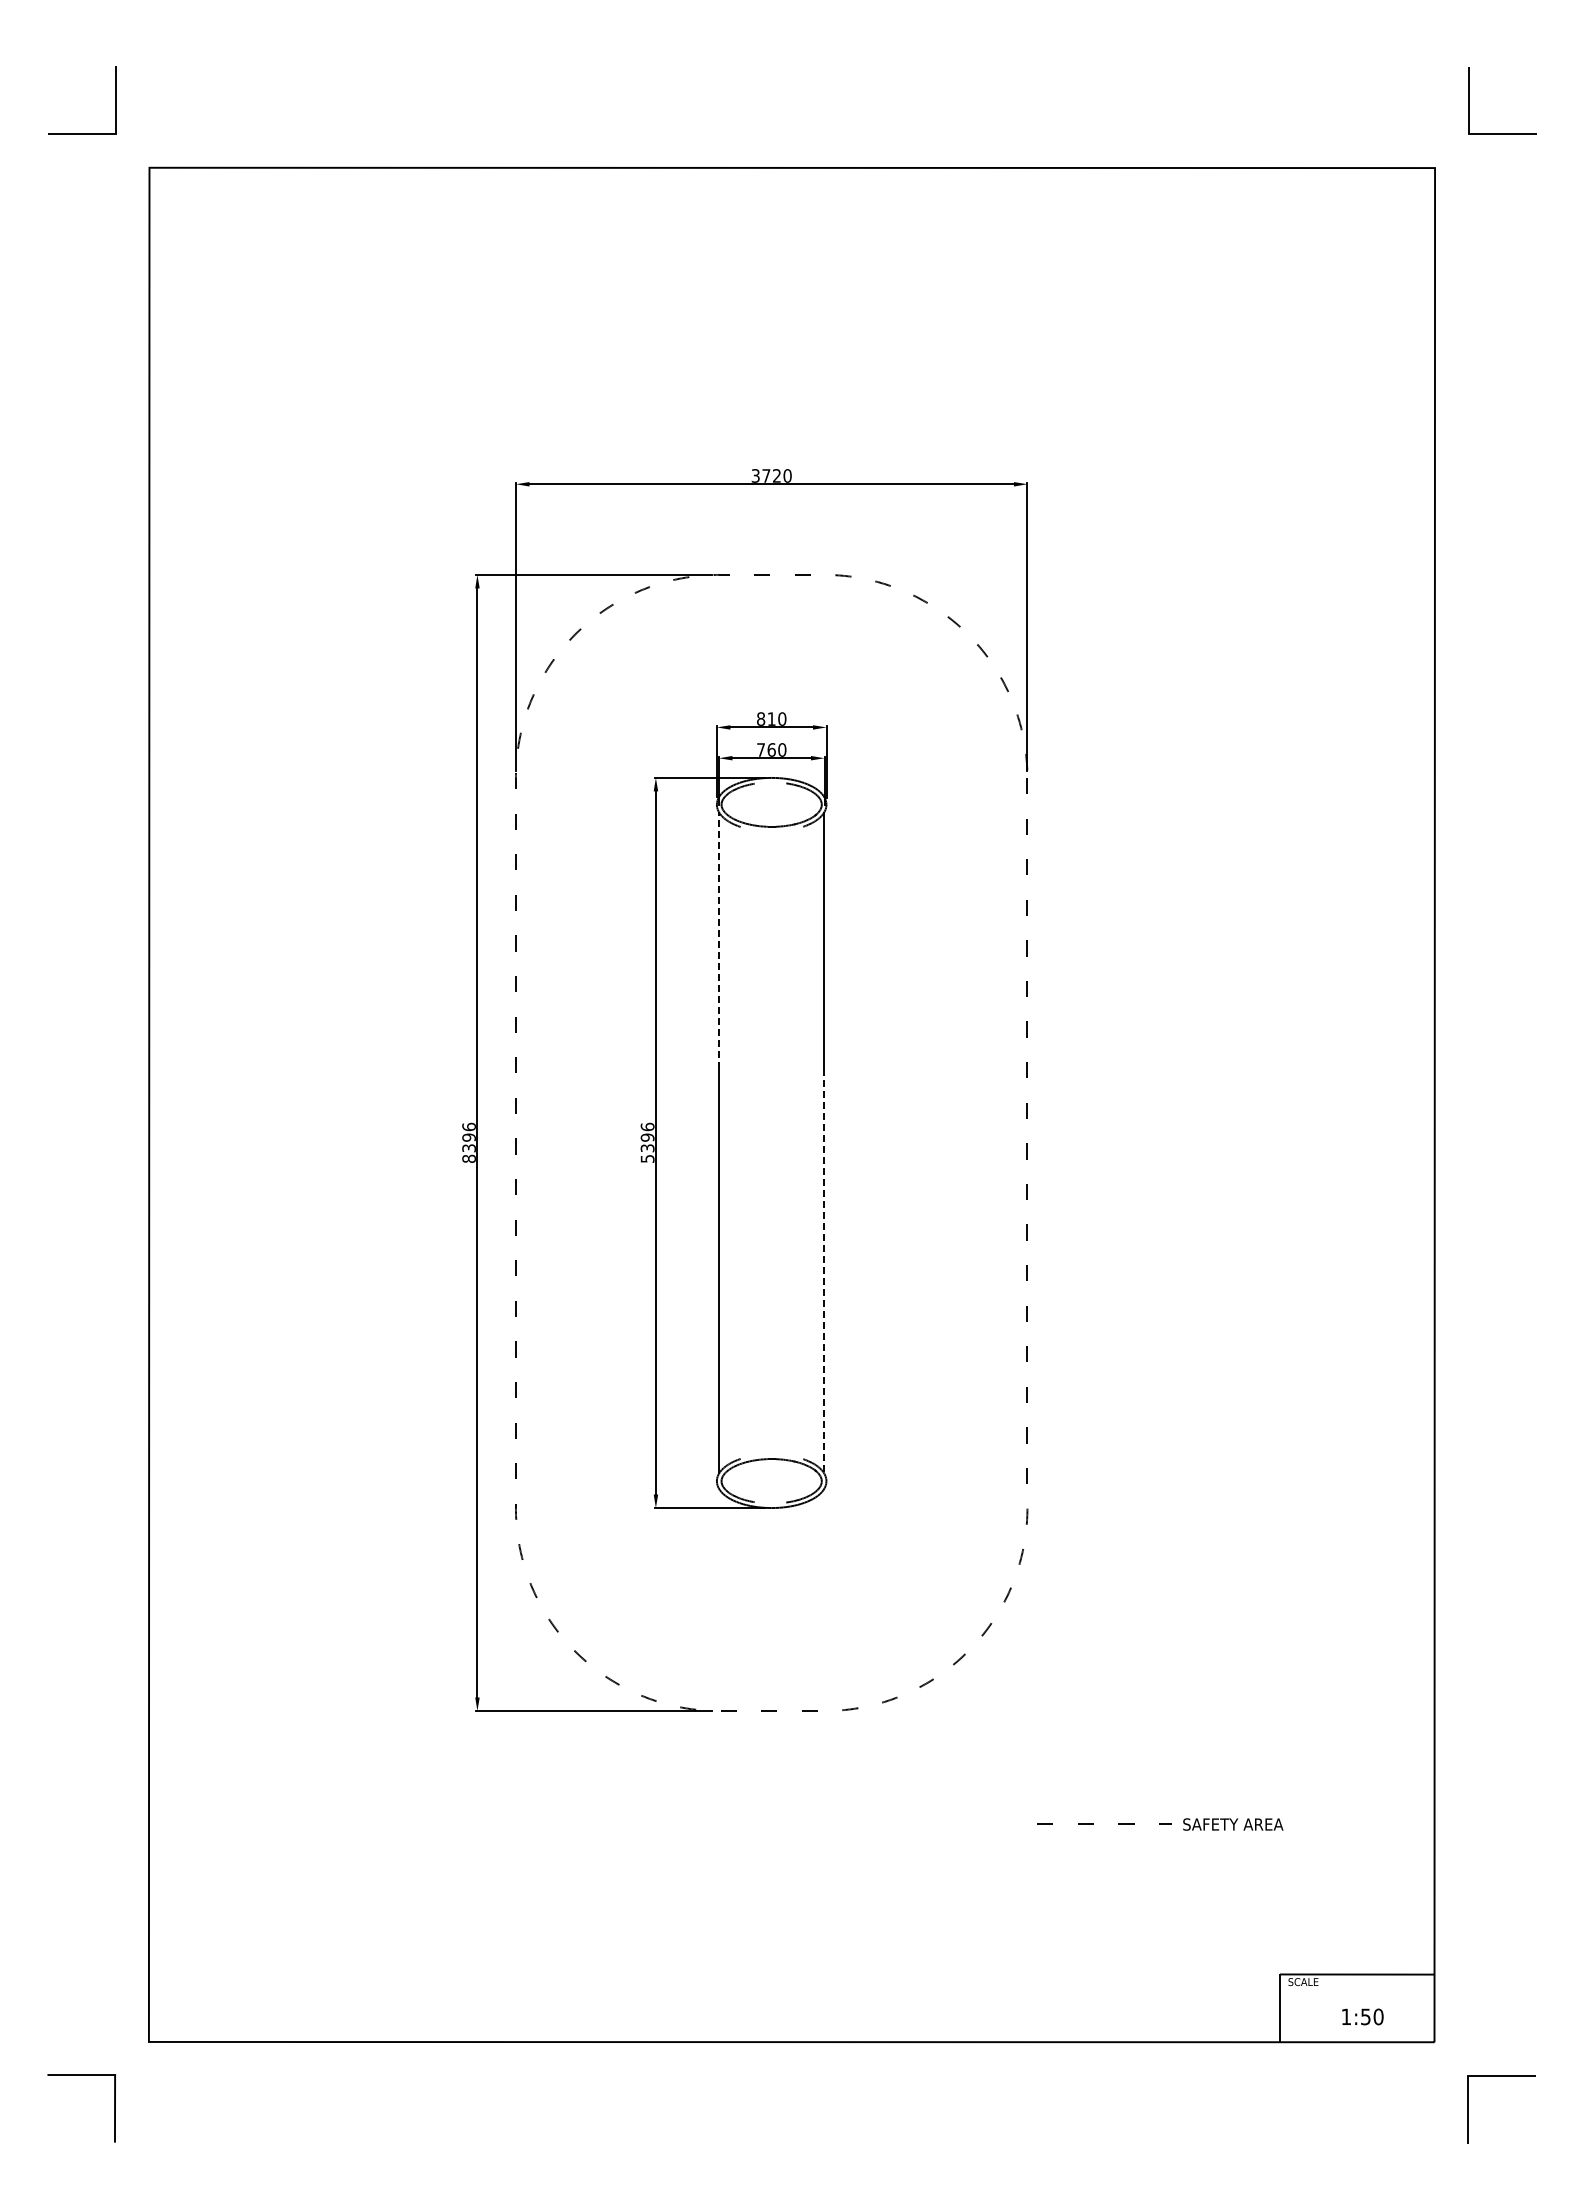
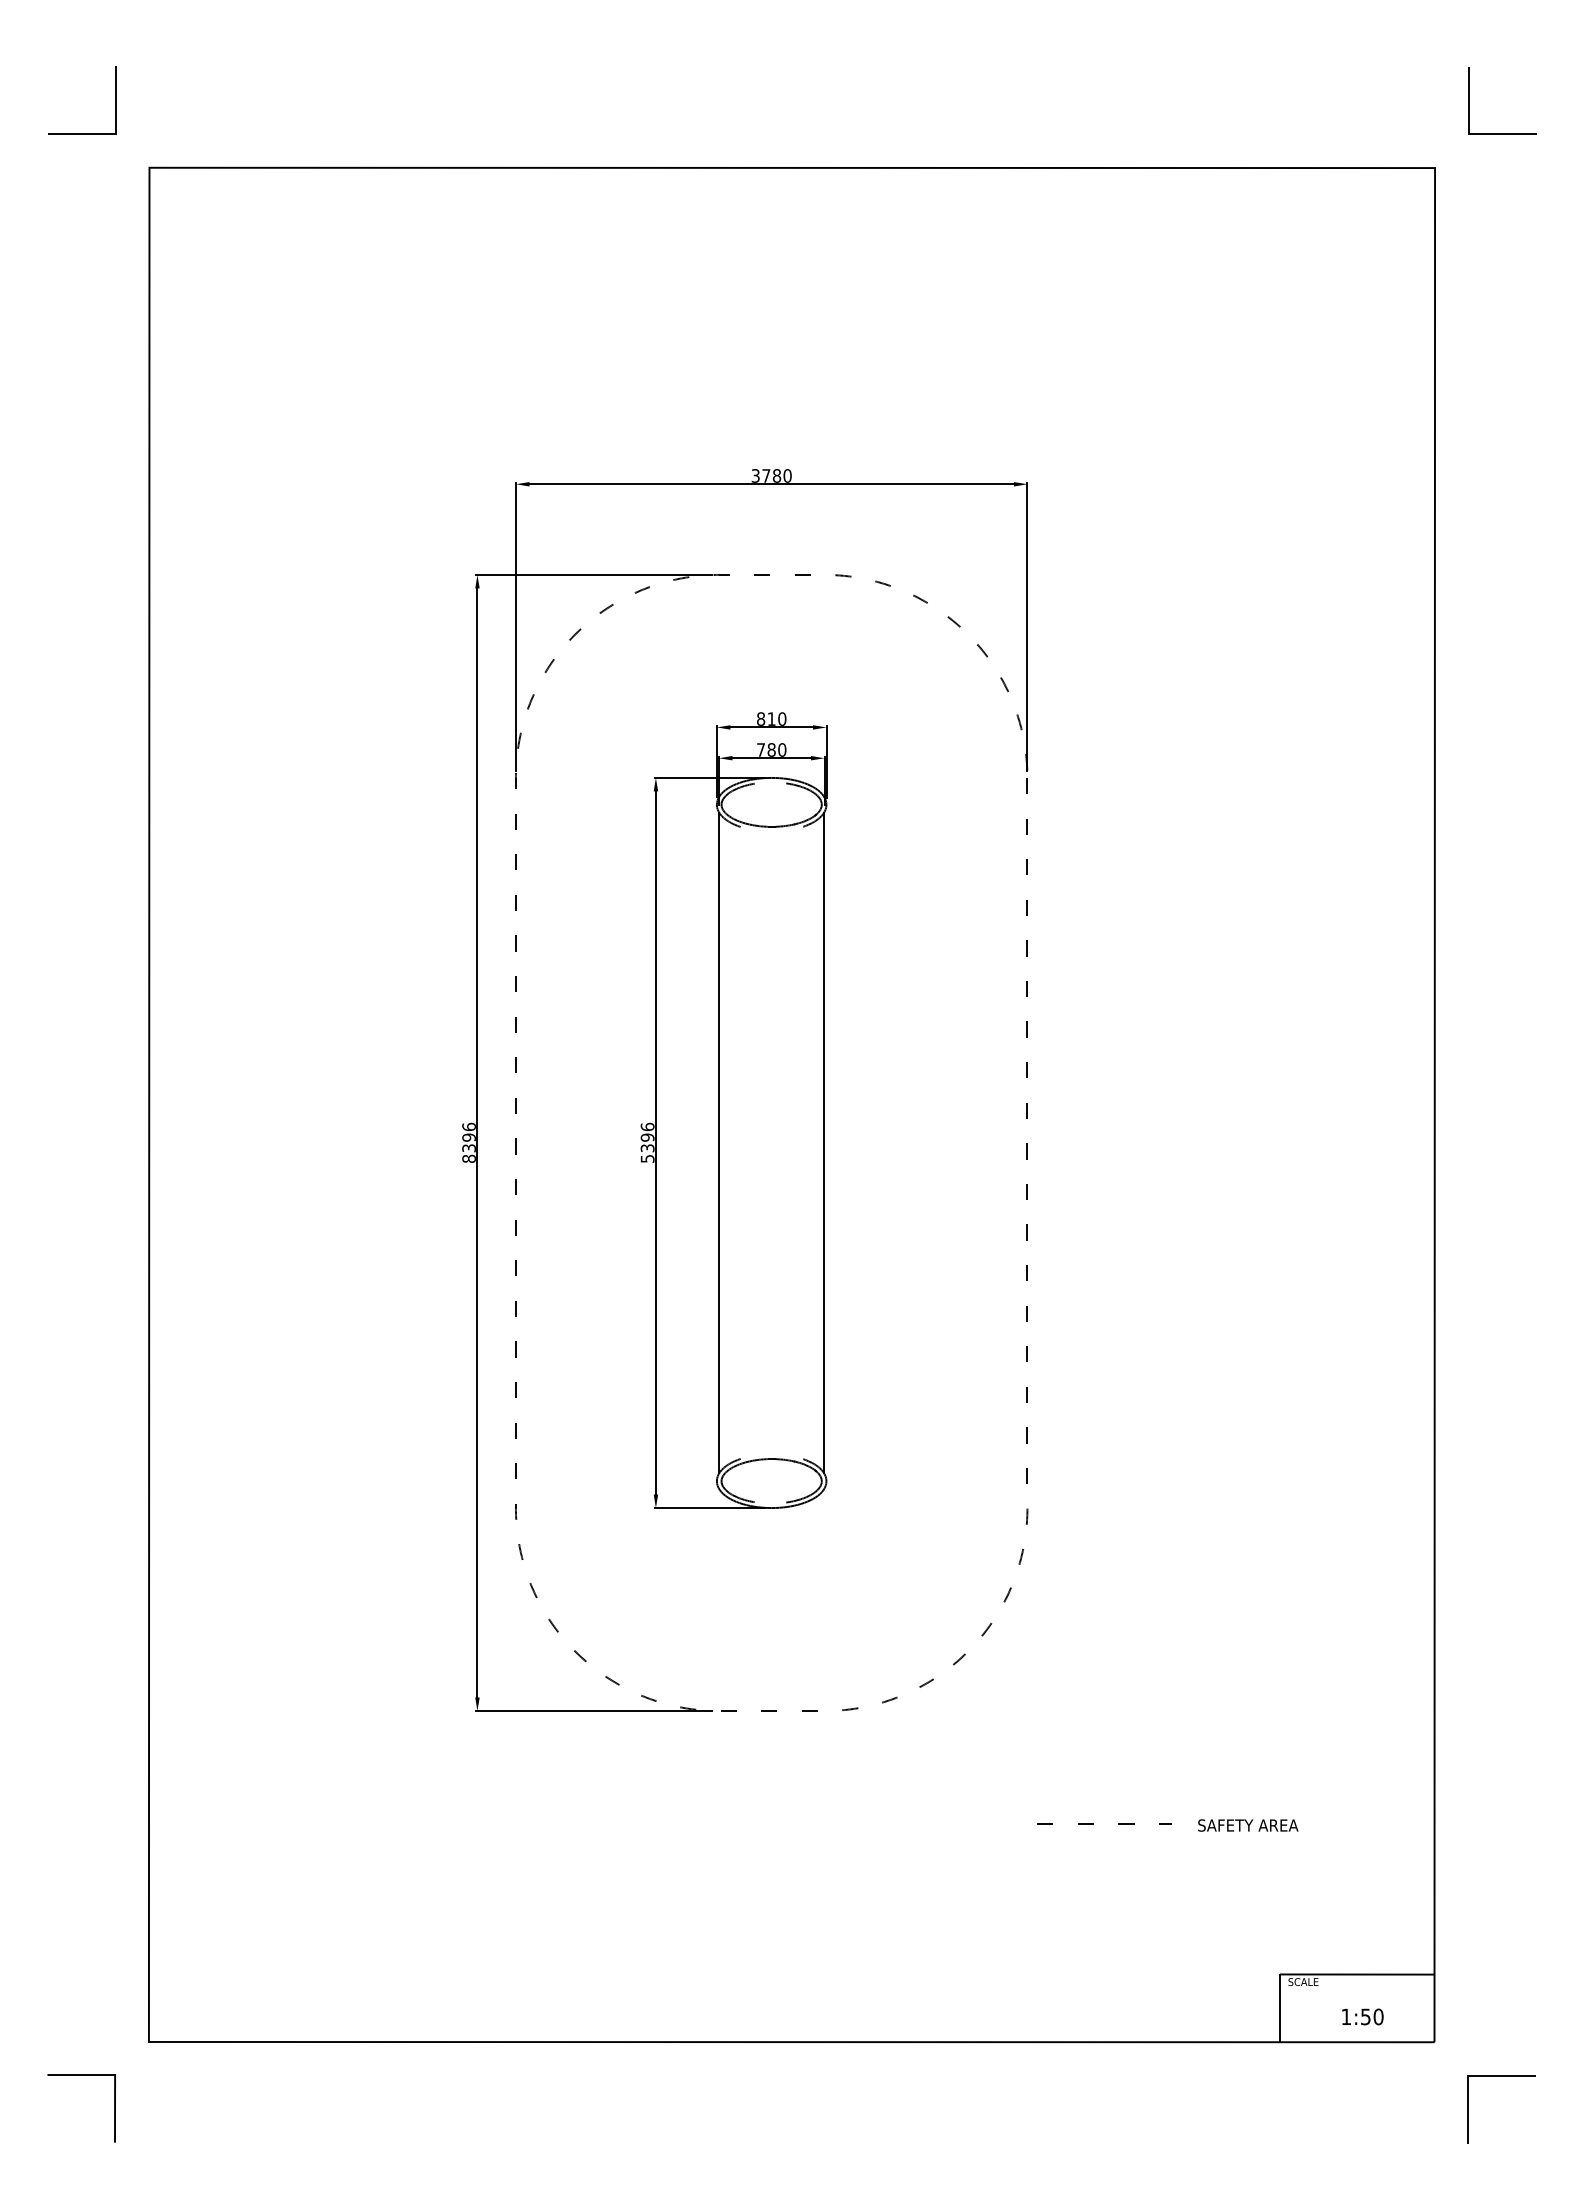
text at (777, 475): 3720 -> 3780
text at (771, 749): 760 -> 780
line at (718, 939): dashed -> solid
line at (824, 1271): dashed -> solid
text at (1233, 1824) position: (1233, 1824) -> (1248, 1825)
